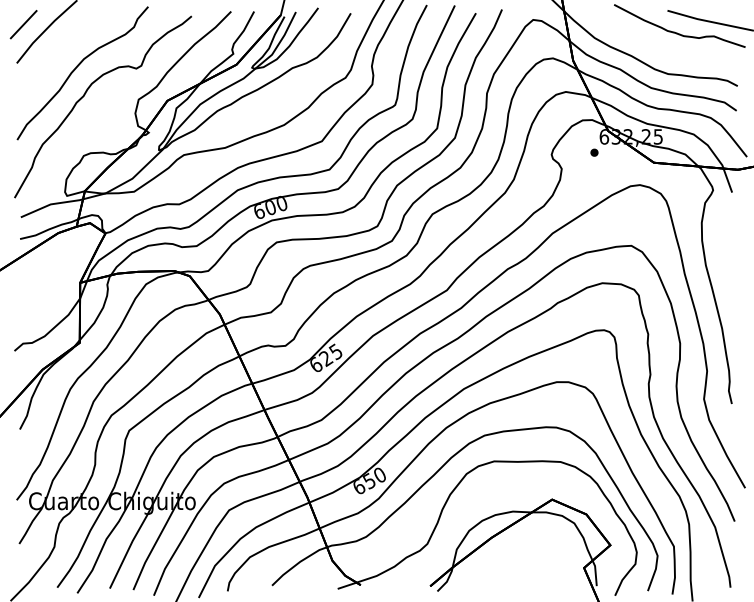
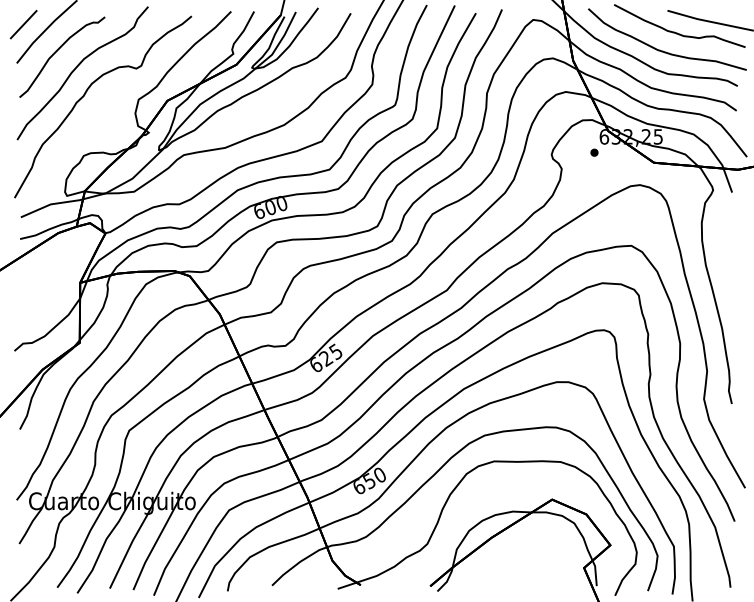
curve at (663, 50): none -> present
curve at (57, 51): none -> present
